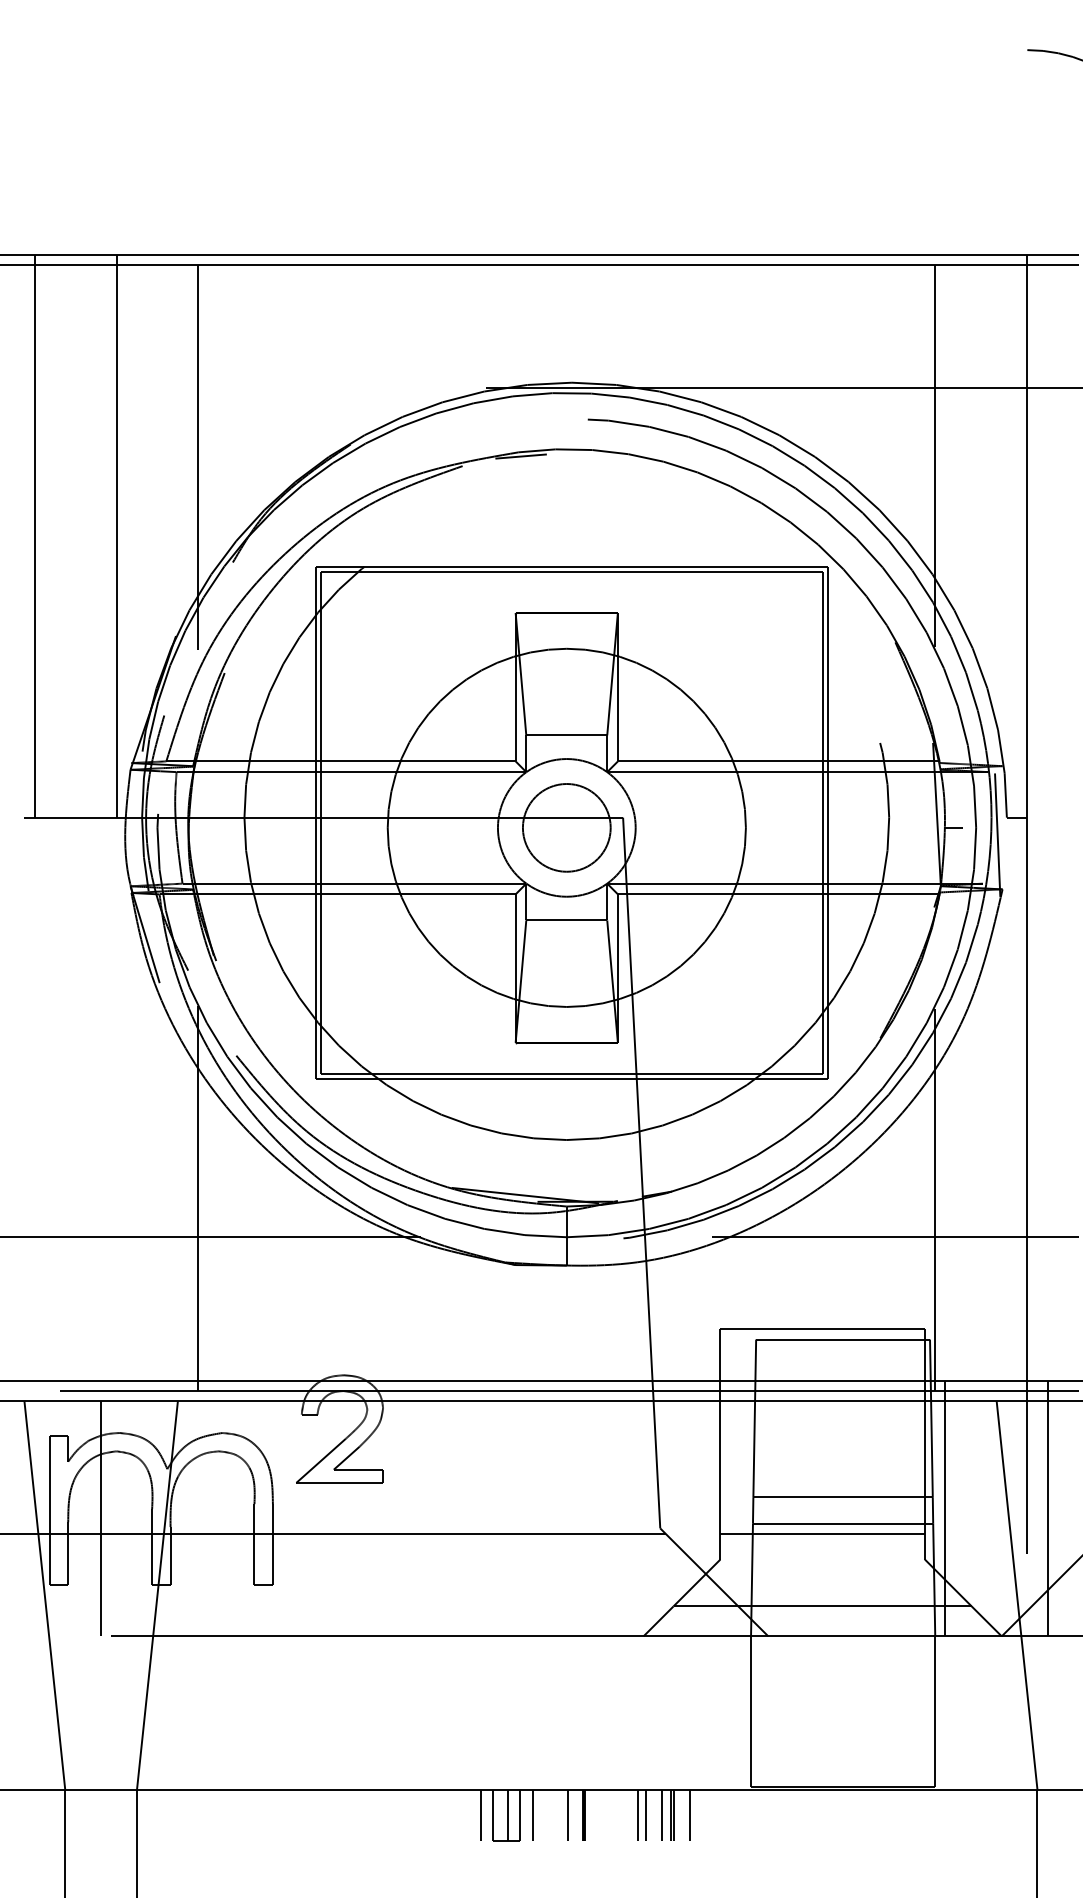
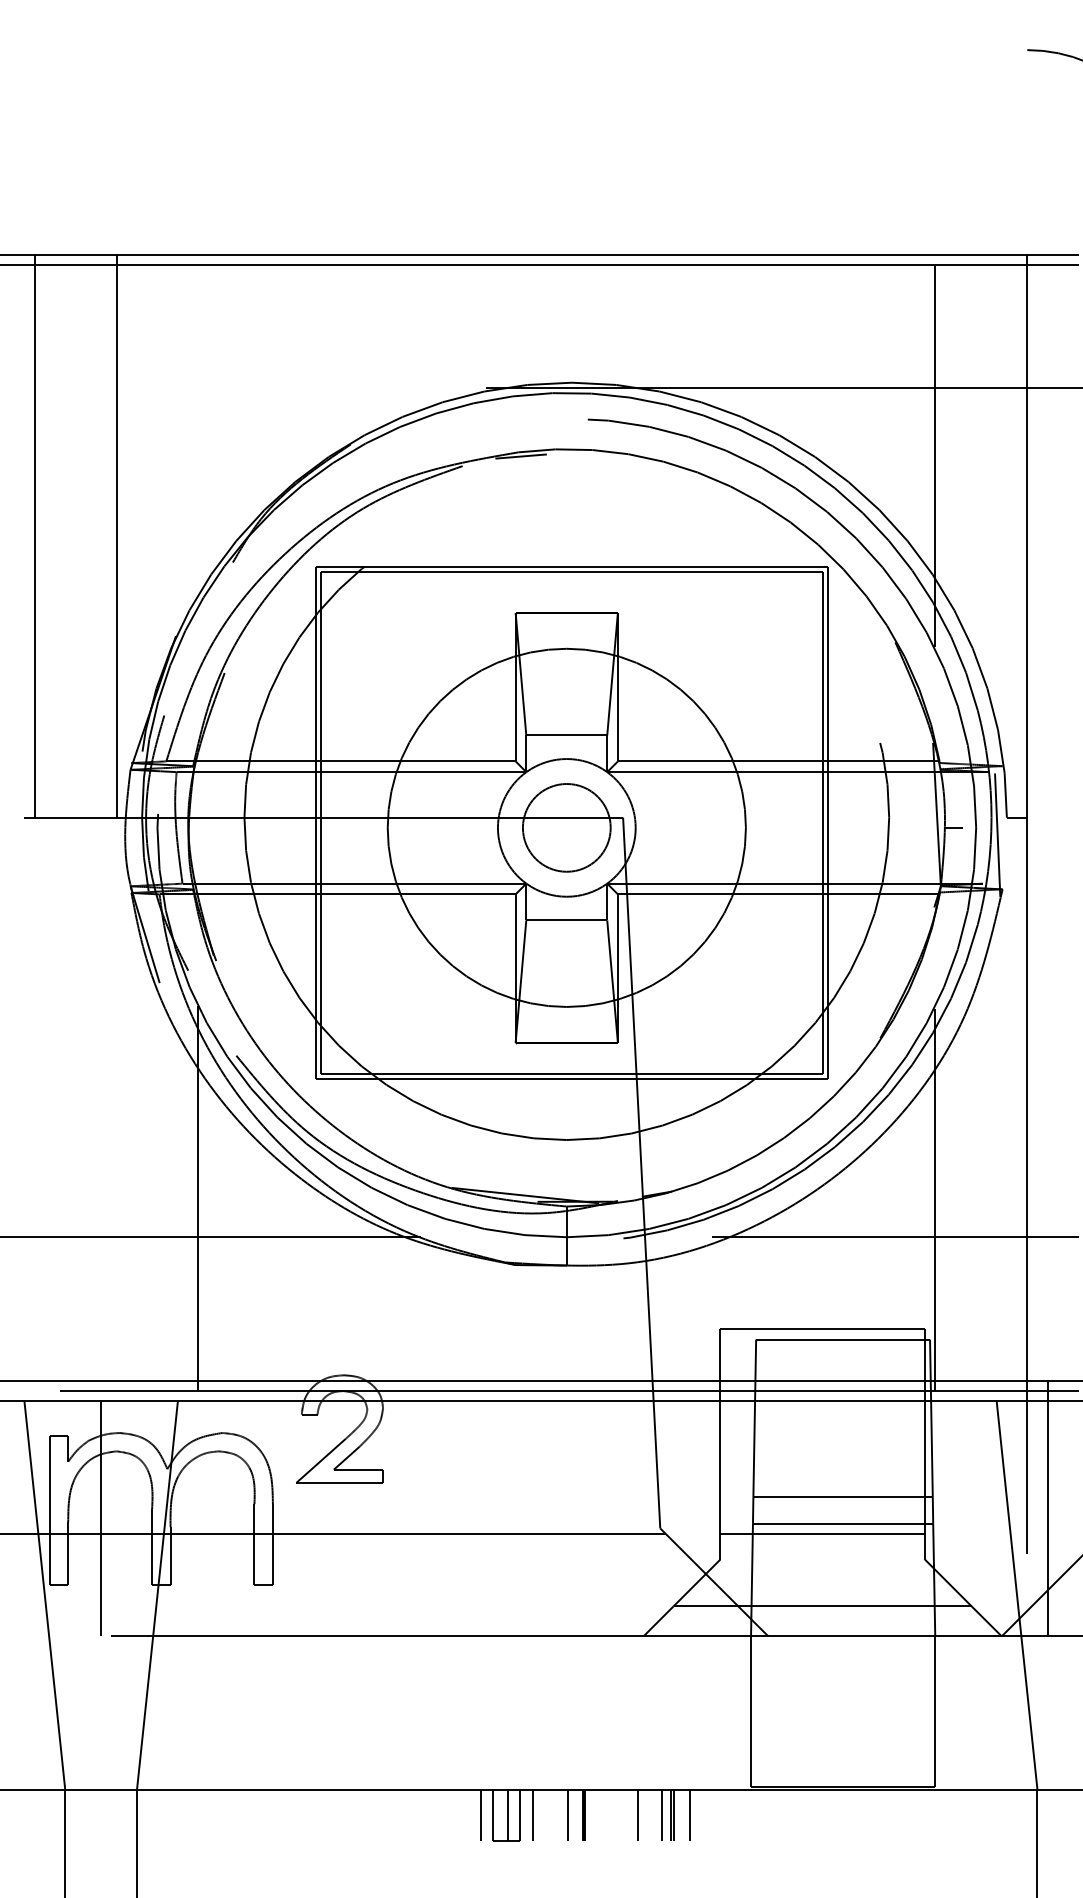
line at (198, 457): present -> none
line at (945, 1508): present -> none
line at (646, 1815): present -> none
